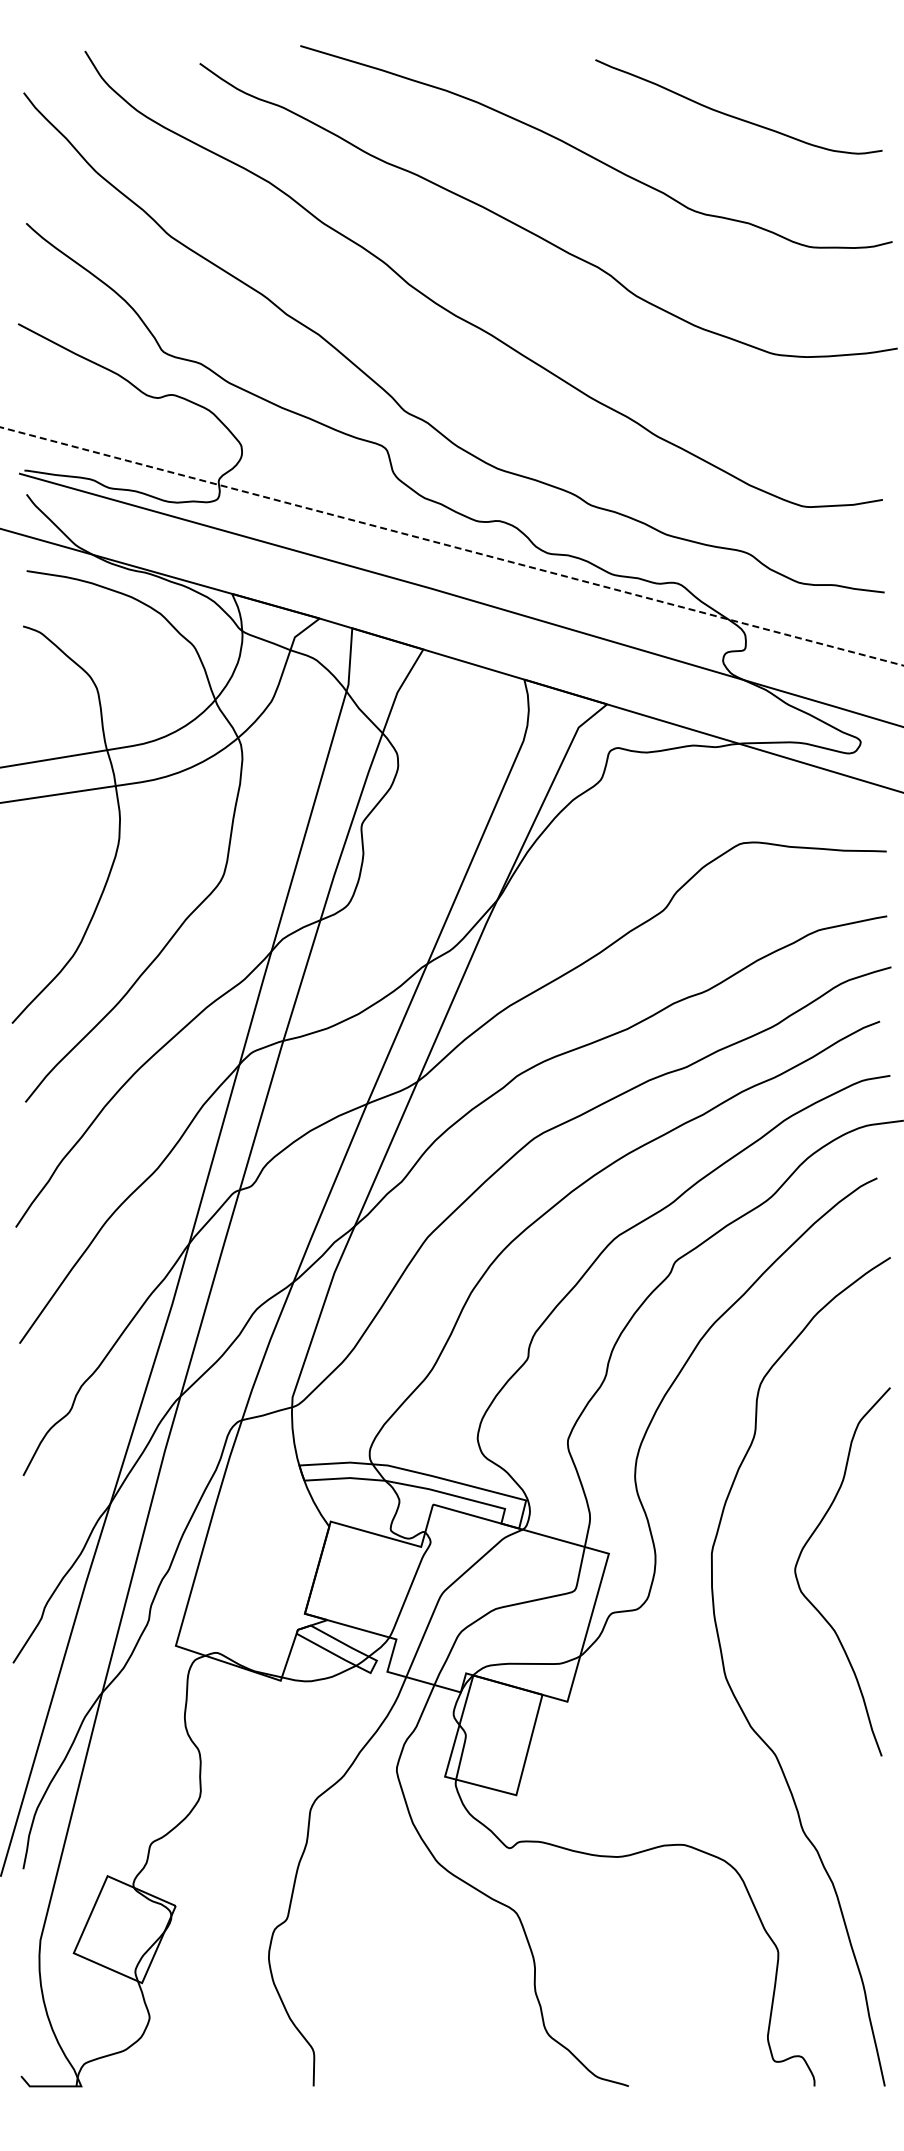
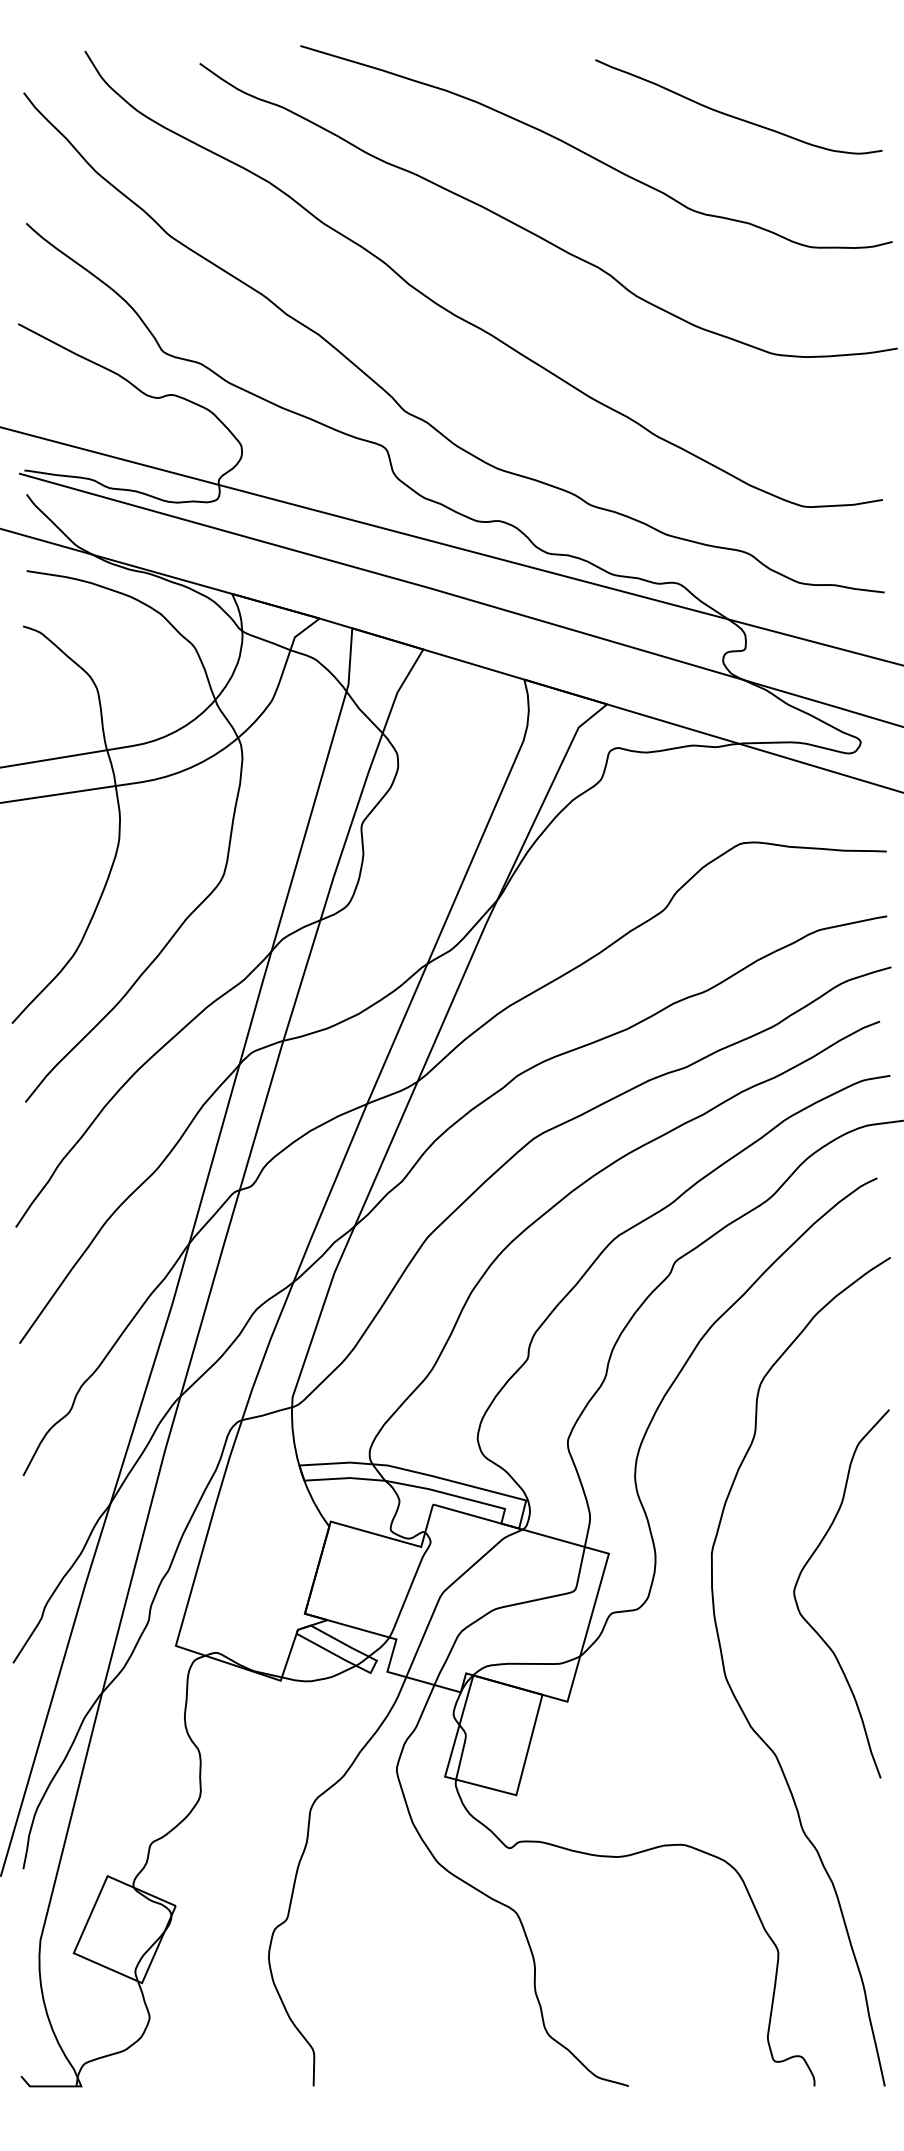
line at (451, 546): dashed -> solid
curve at (807, 1597) position: (807, 1597) -> (806, 1619)
